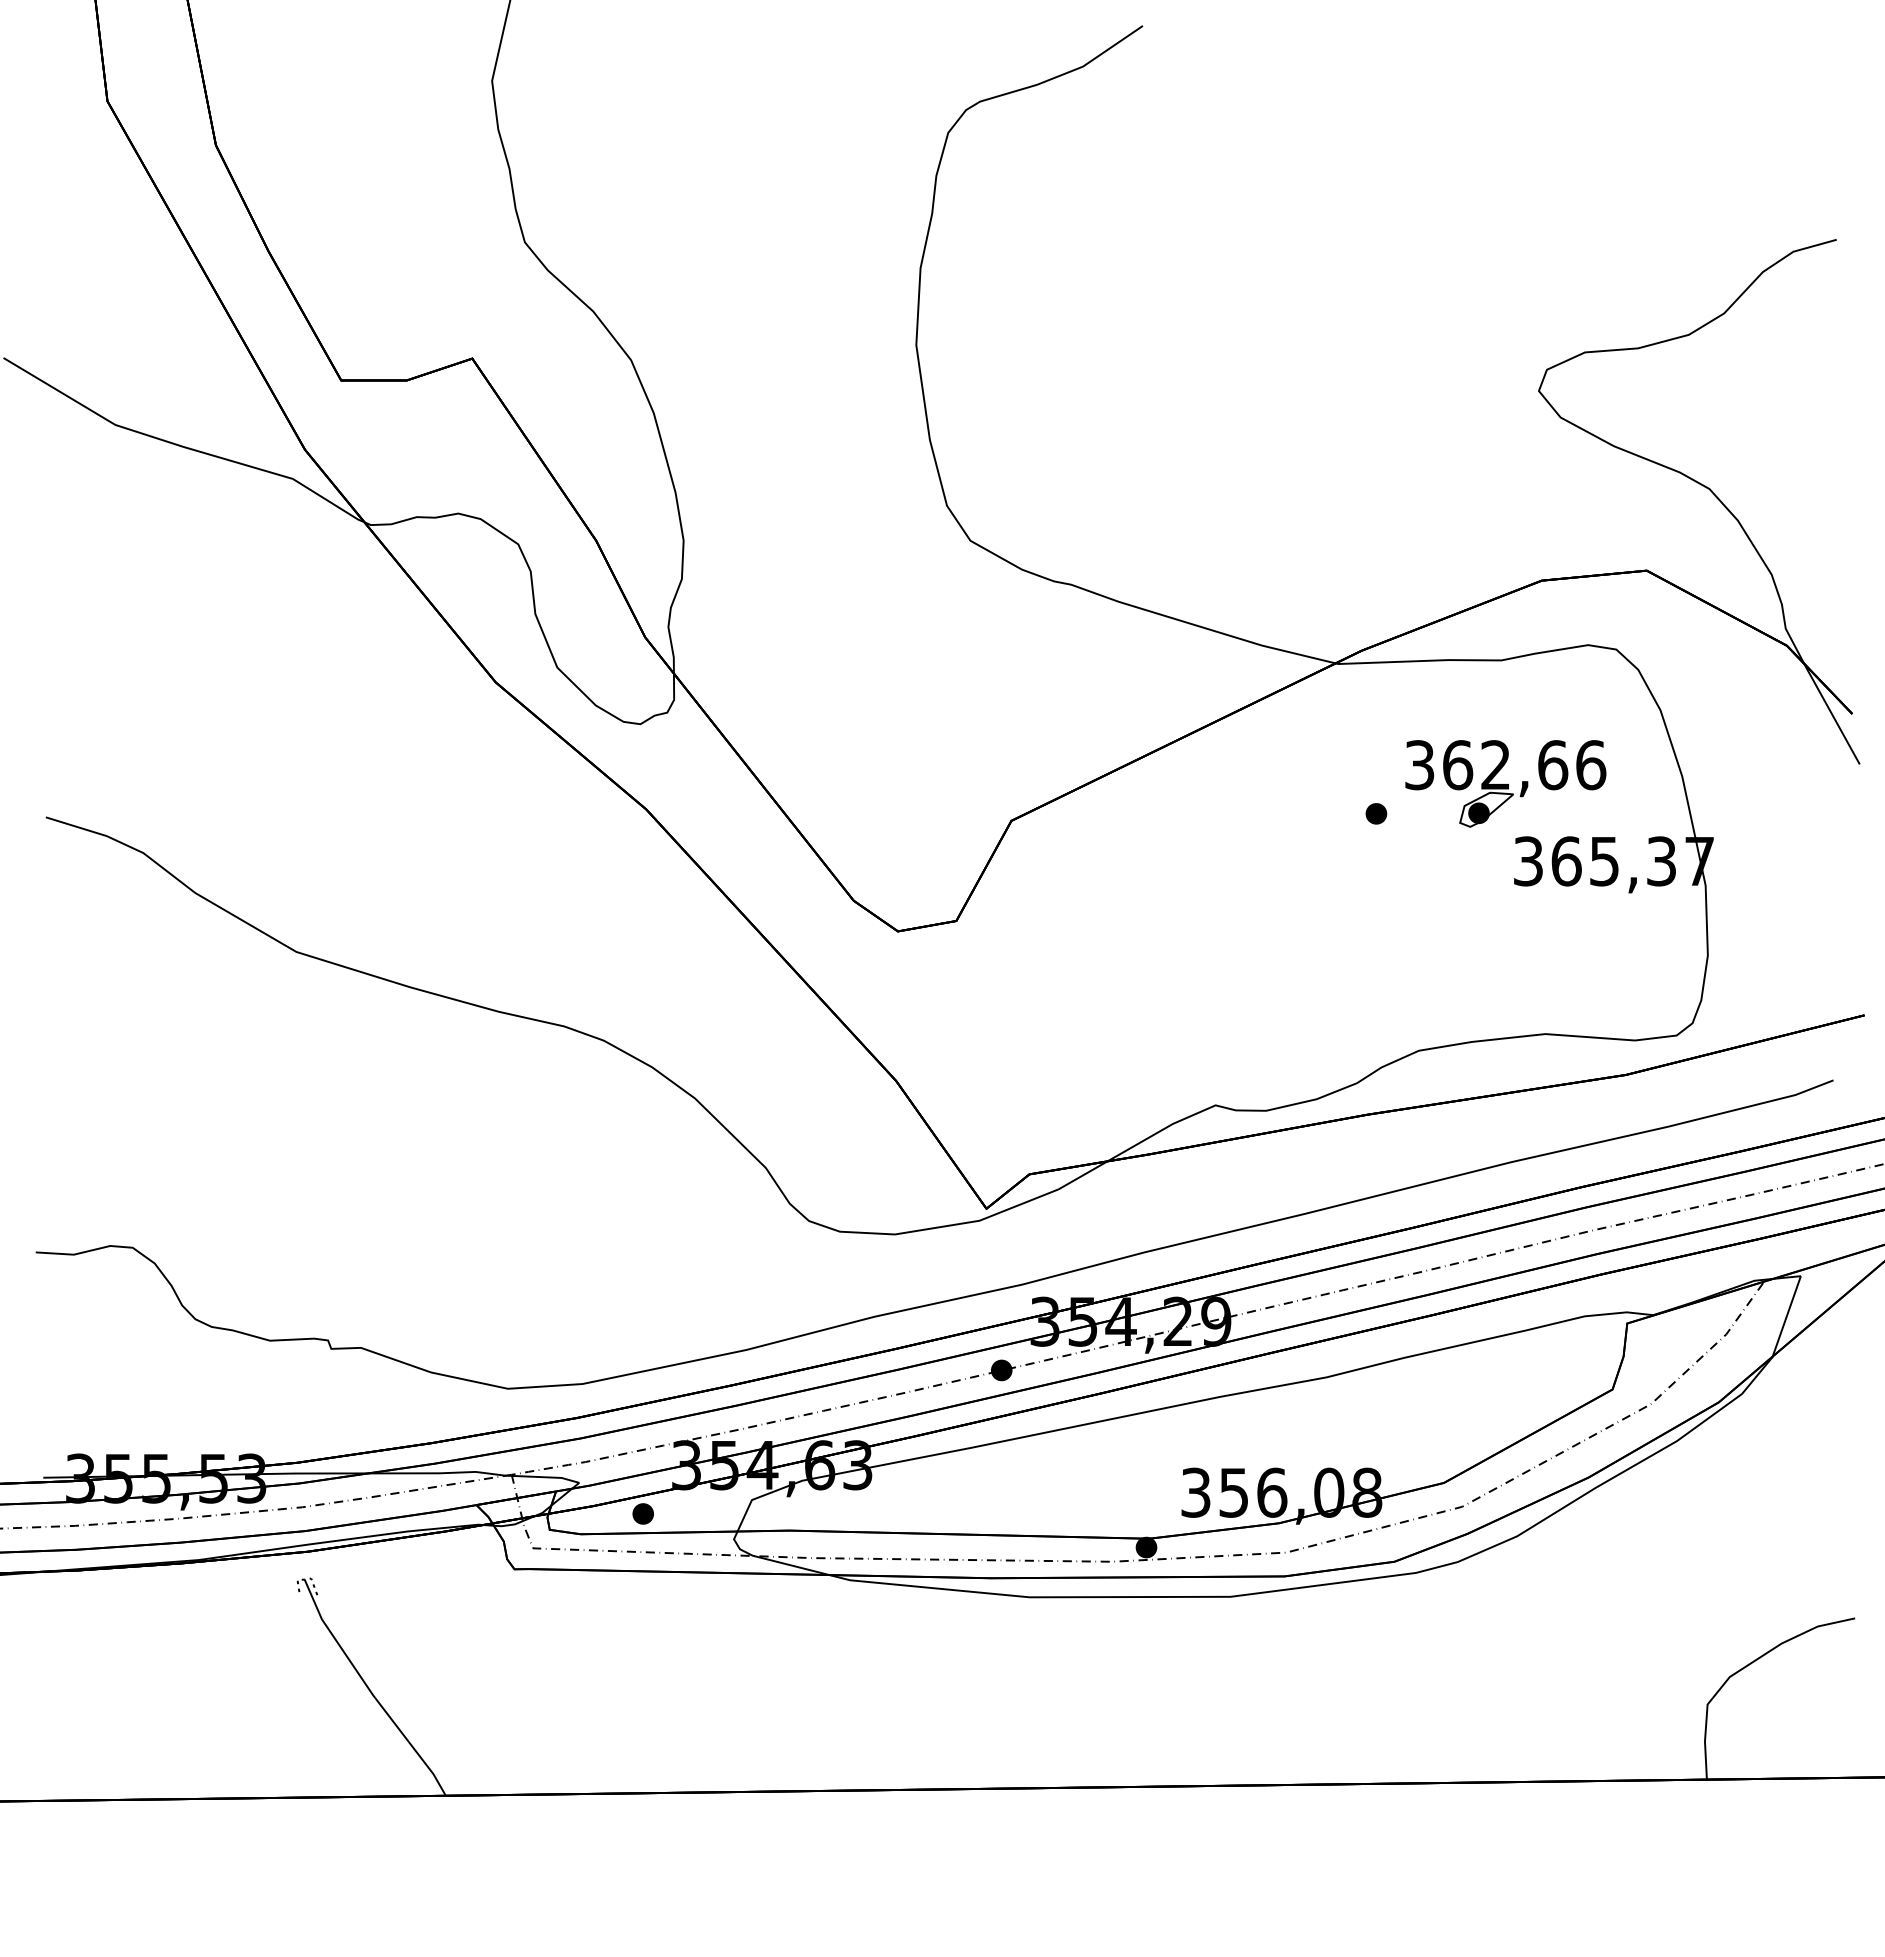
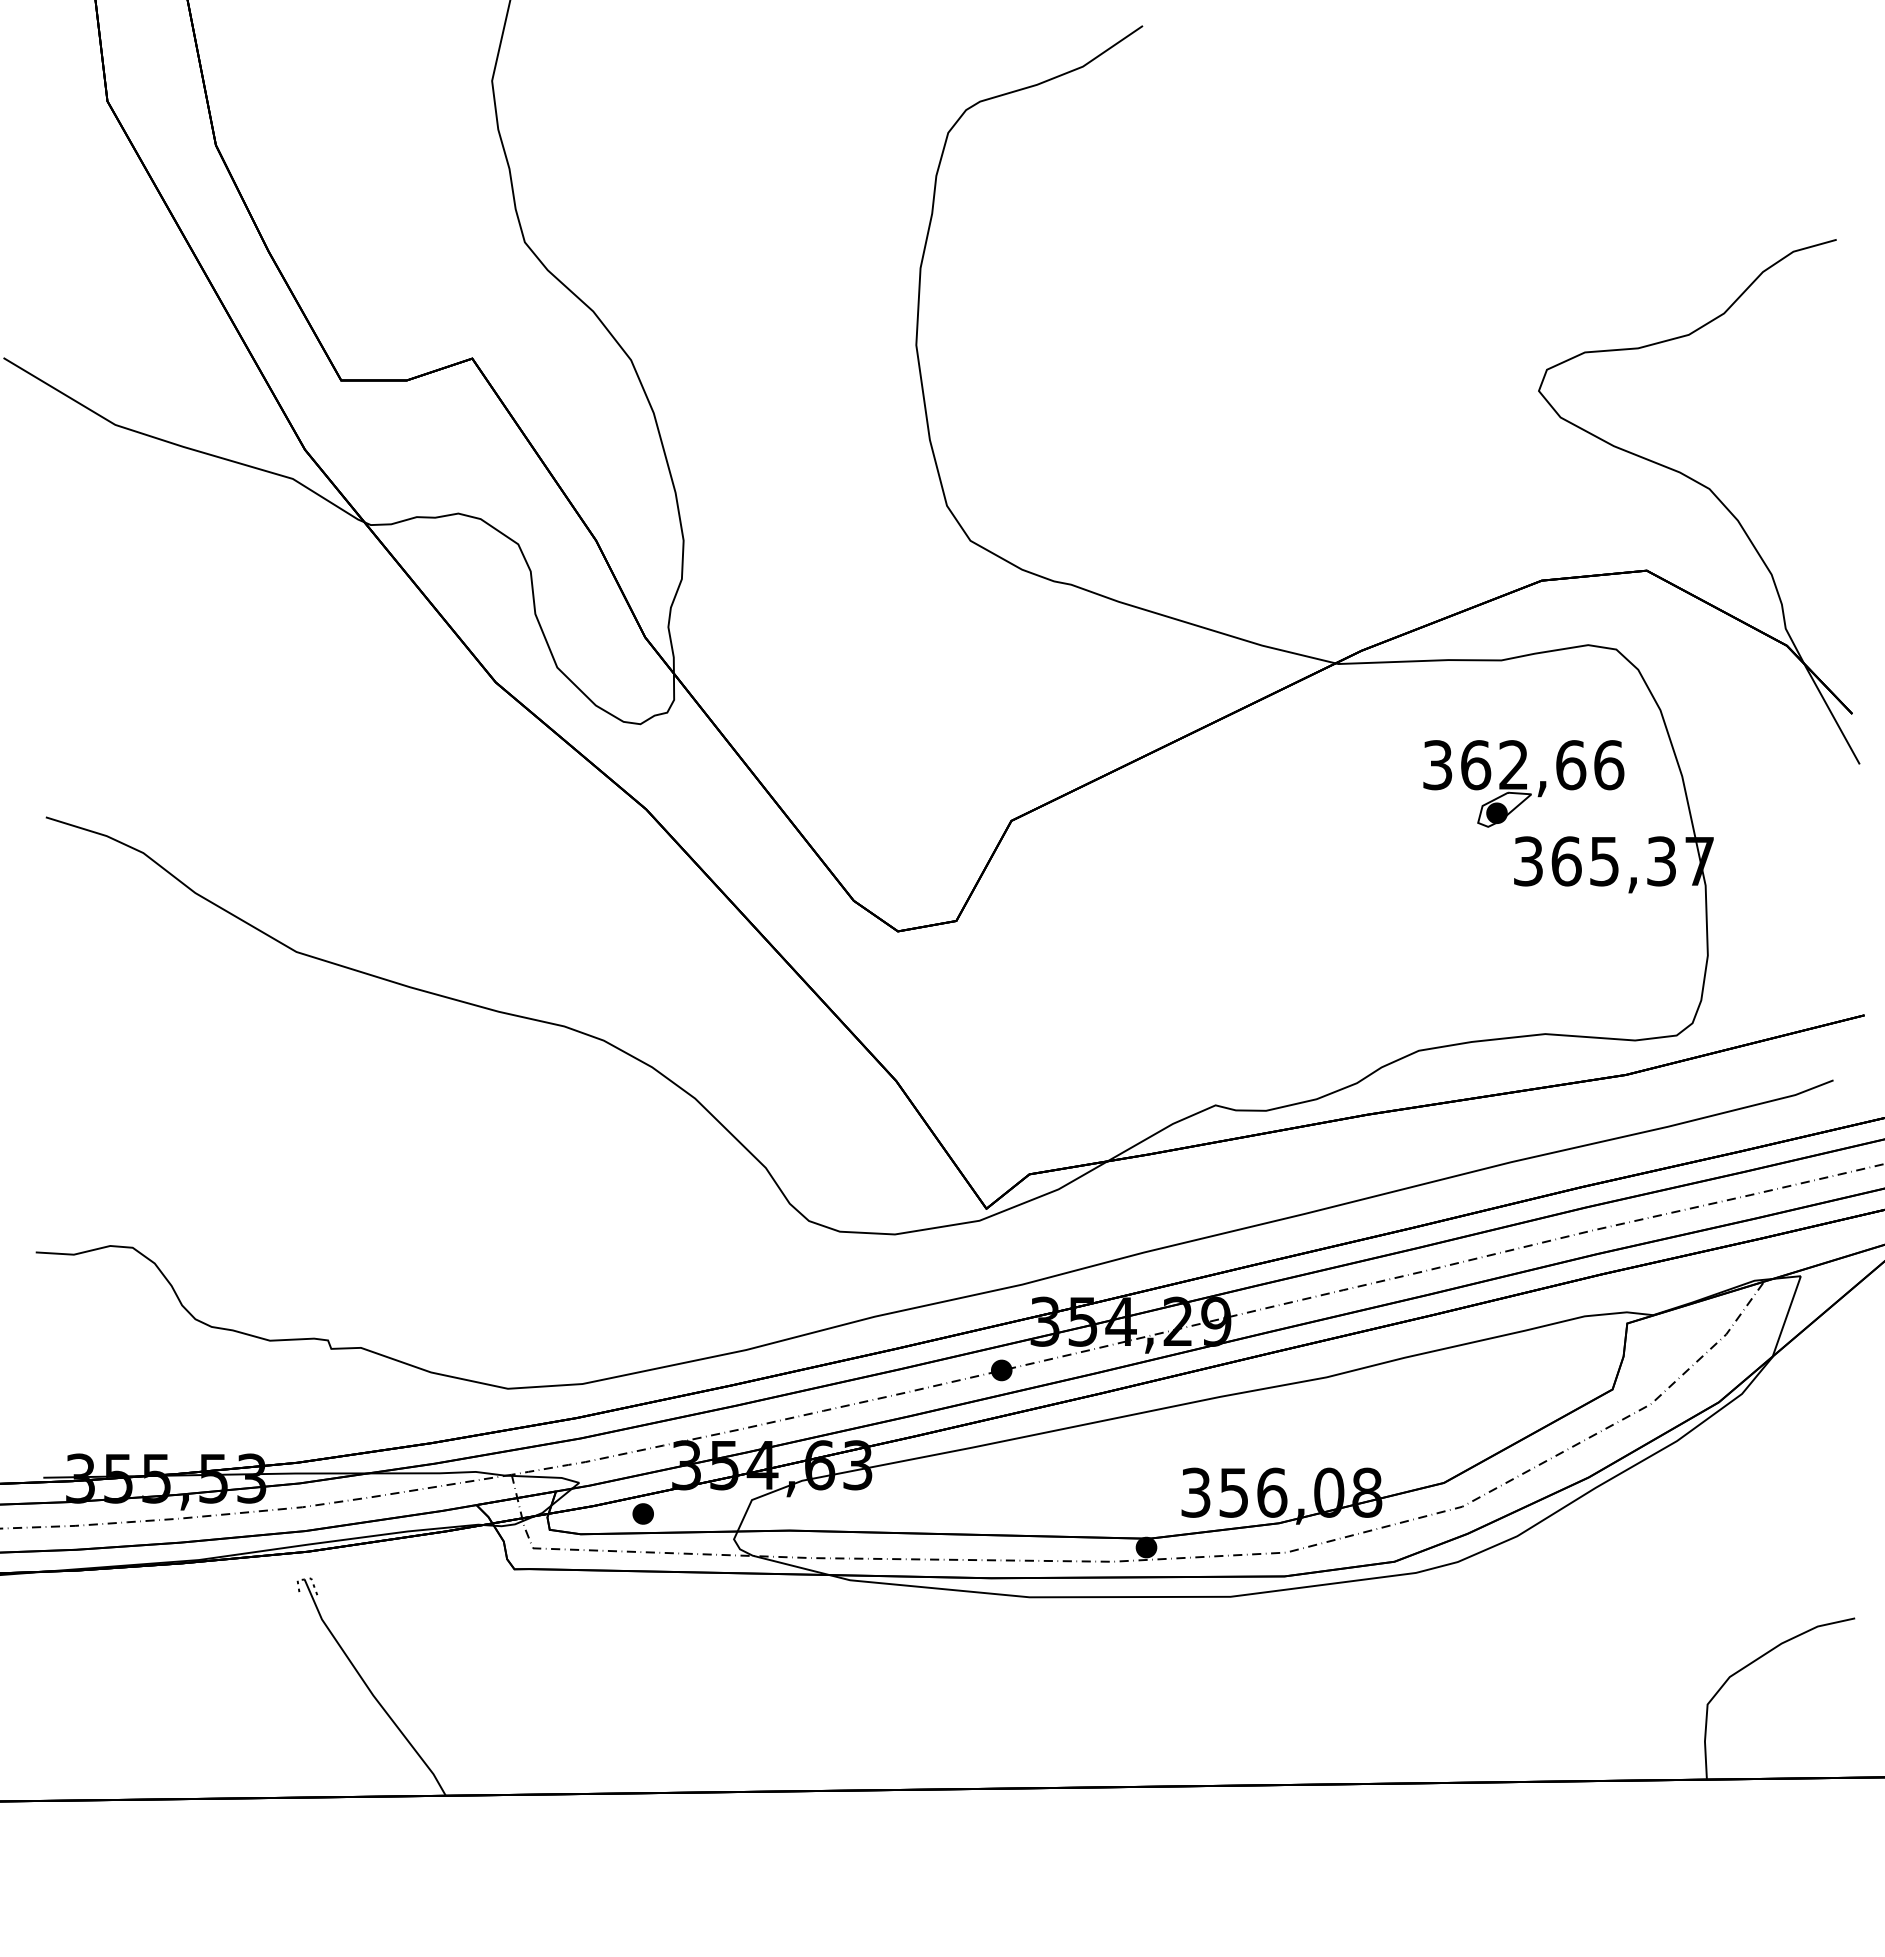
part at (1505, 783) position: (1505, 783) -> (1523, 783)
part at (1376, 813): present -> none
